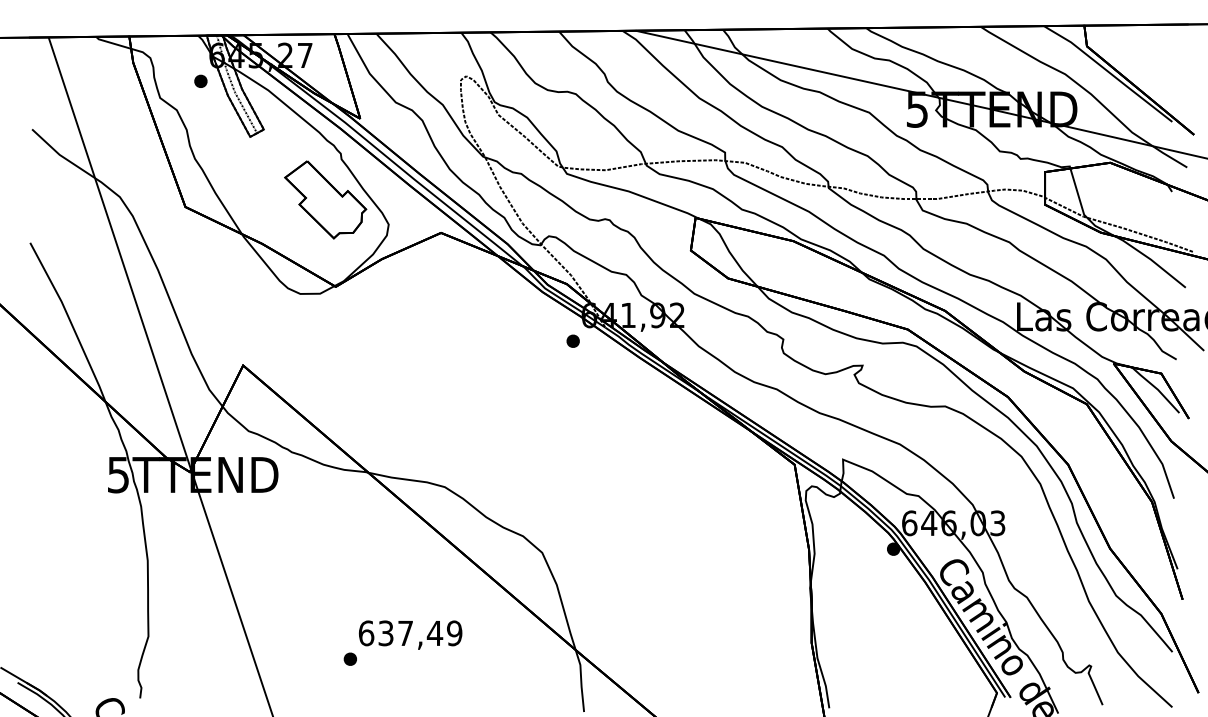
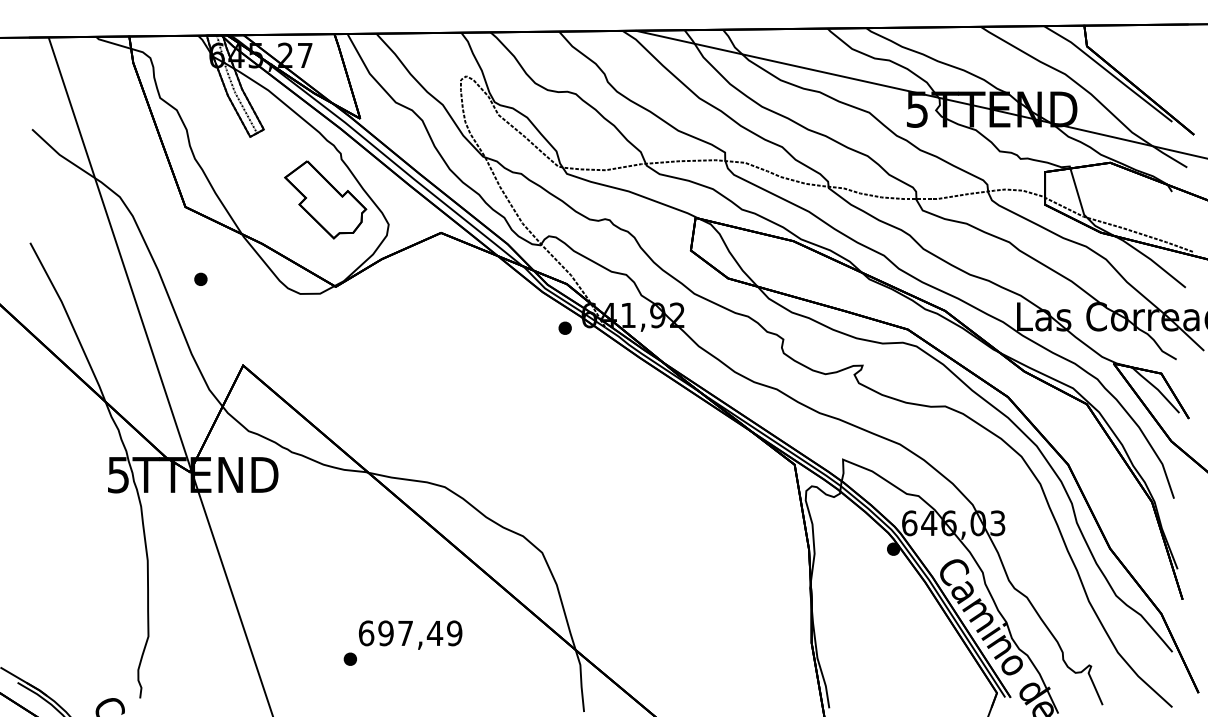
part at (200, 80) position: (200, 80) -> (200, 278)
part at (572, 340) position: (572, 340) -> (564, 327)
text at (385, 633): 637,49 -> 697,49
